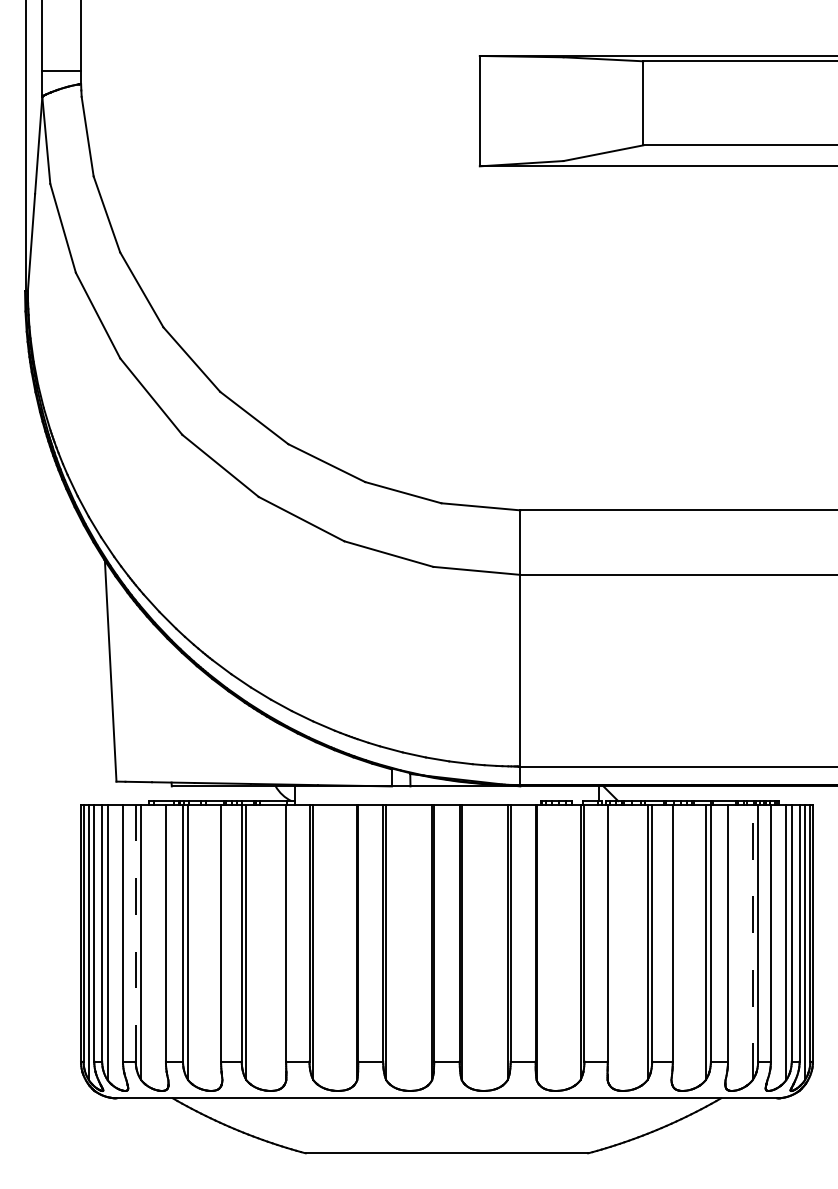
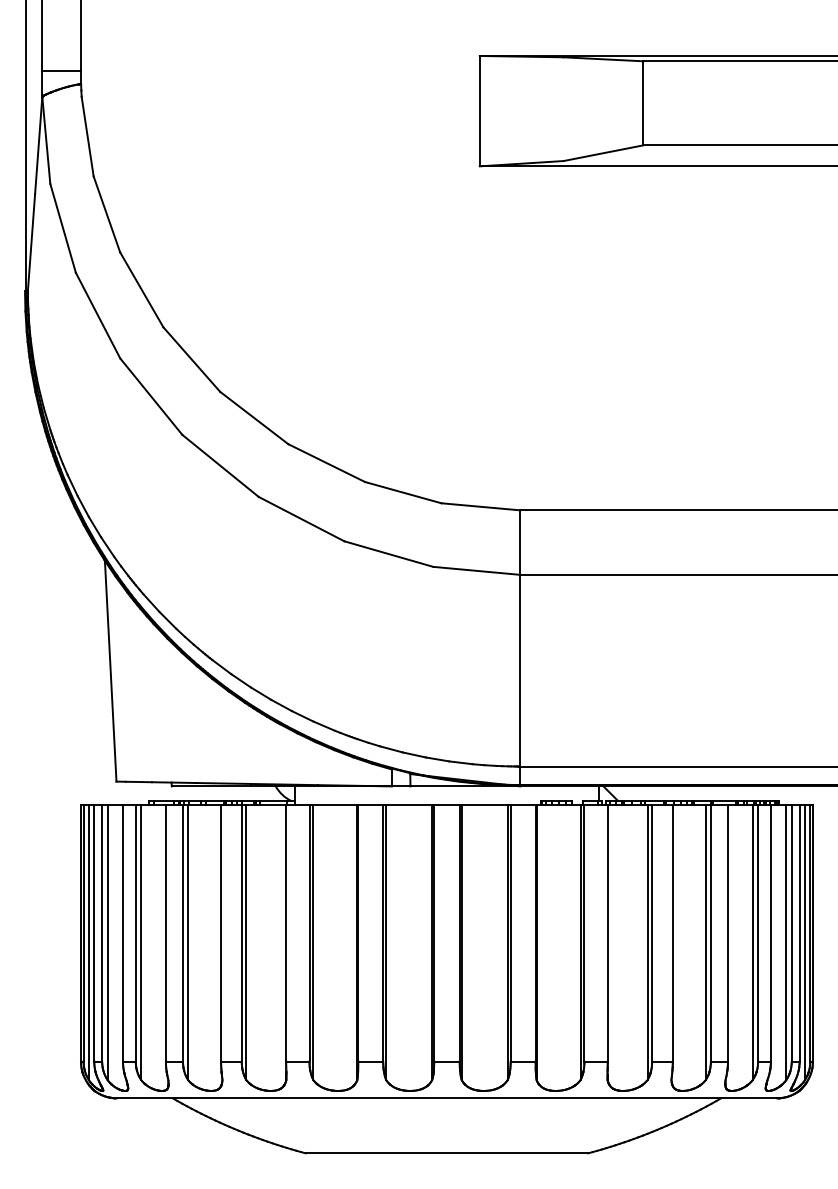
line at (135, 932): dashed -> solid
line at (752, 942): dashed -> solid
